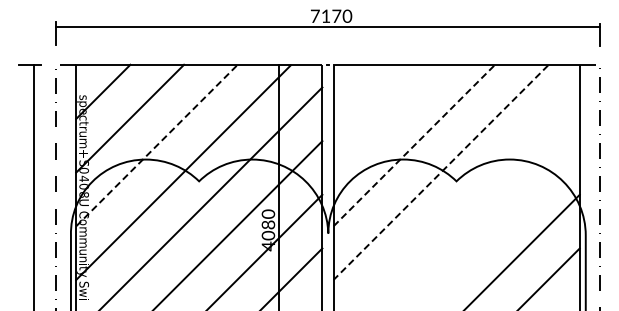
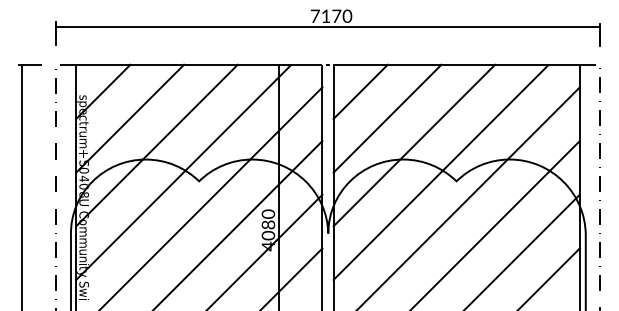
line at (360, 91): none -> present
line at (387, 118): none -> present
line at (157, 145): dashed -> solid
line at (414, 145): dashed -> solid
line at (440, 172): dashed -> solid
line at (34, 185) position: (34, 185) -> (22, 185)
line at (469, 197): none -> present
line at (496, 224): none -> present
